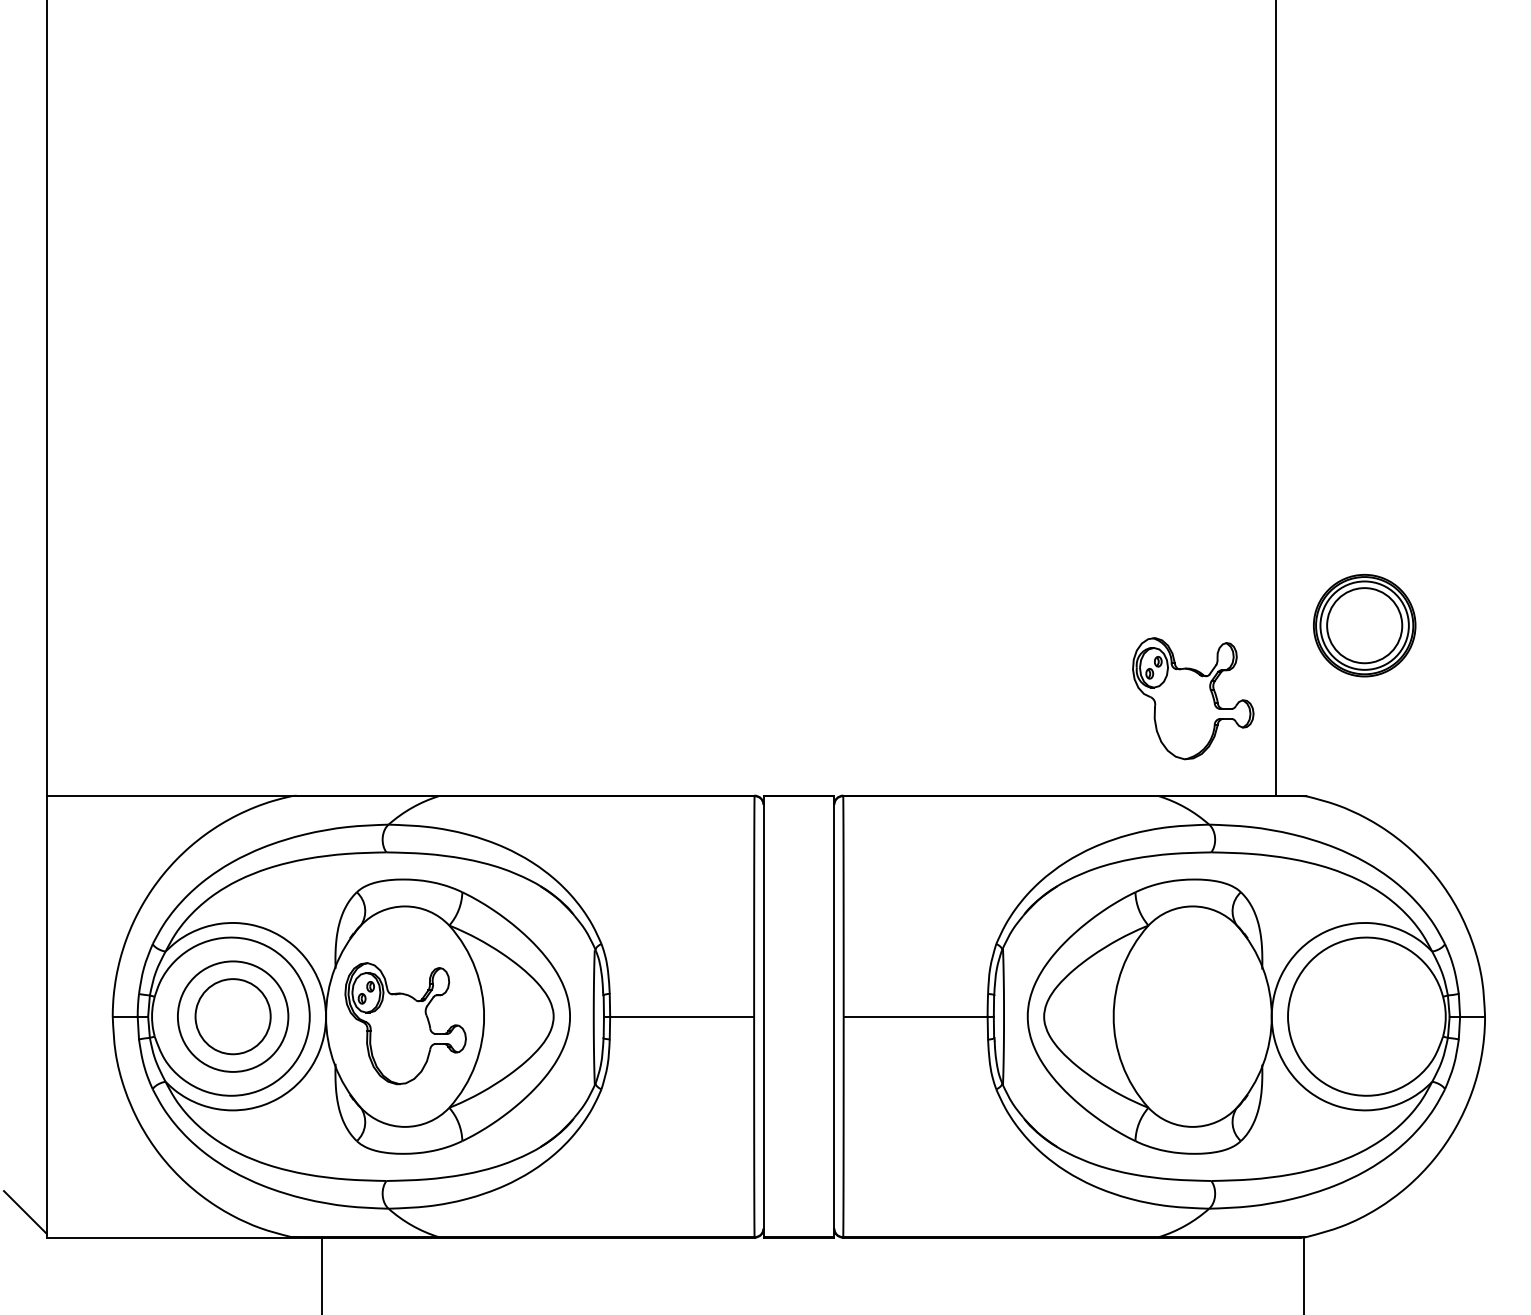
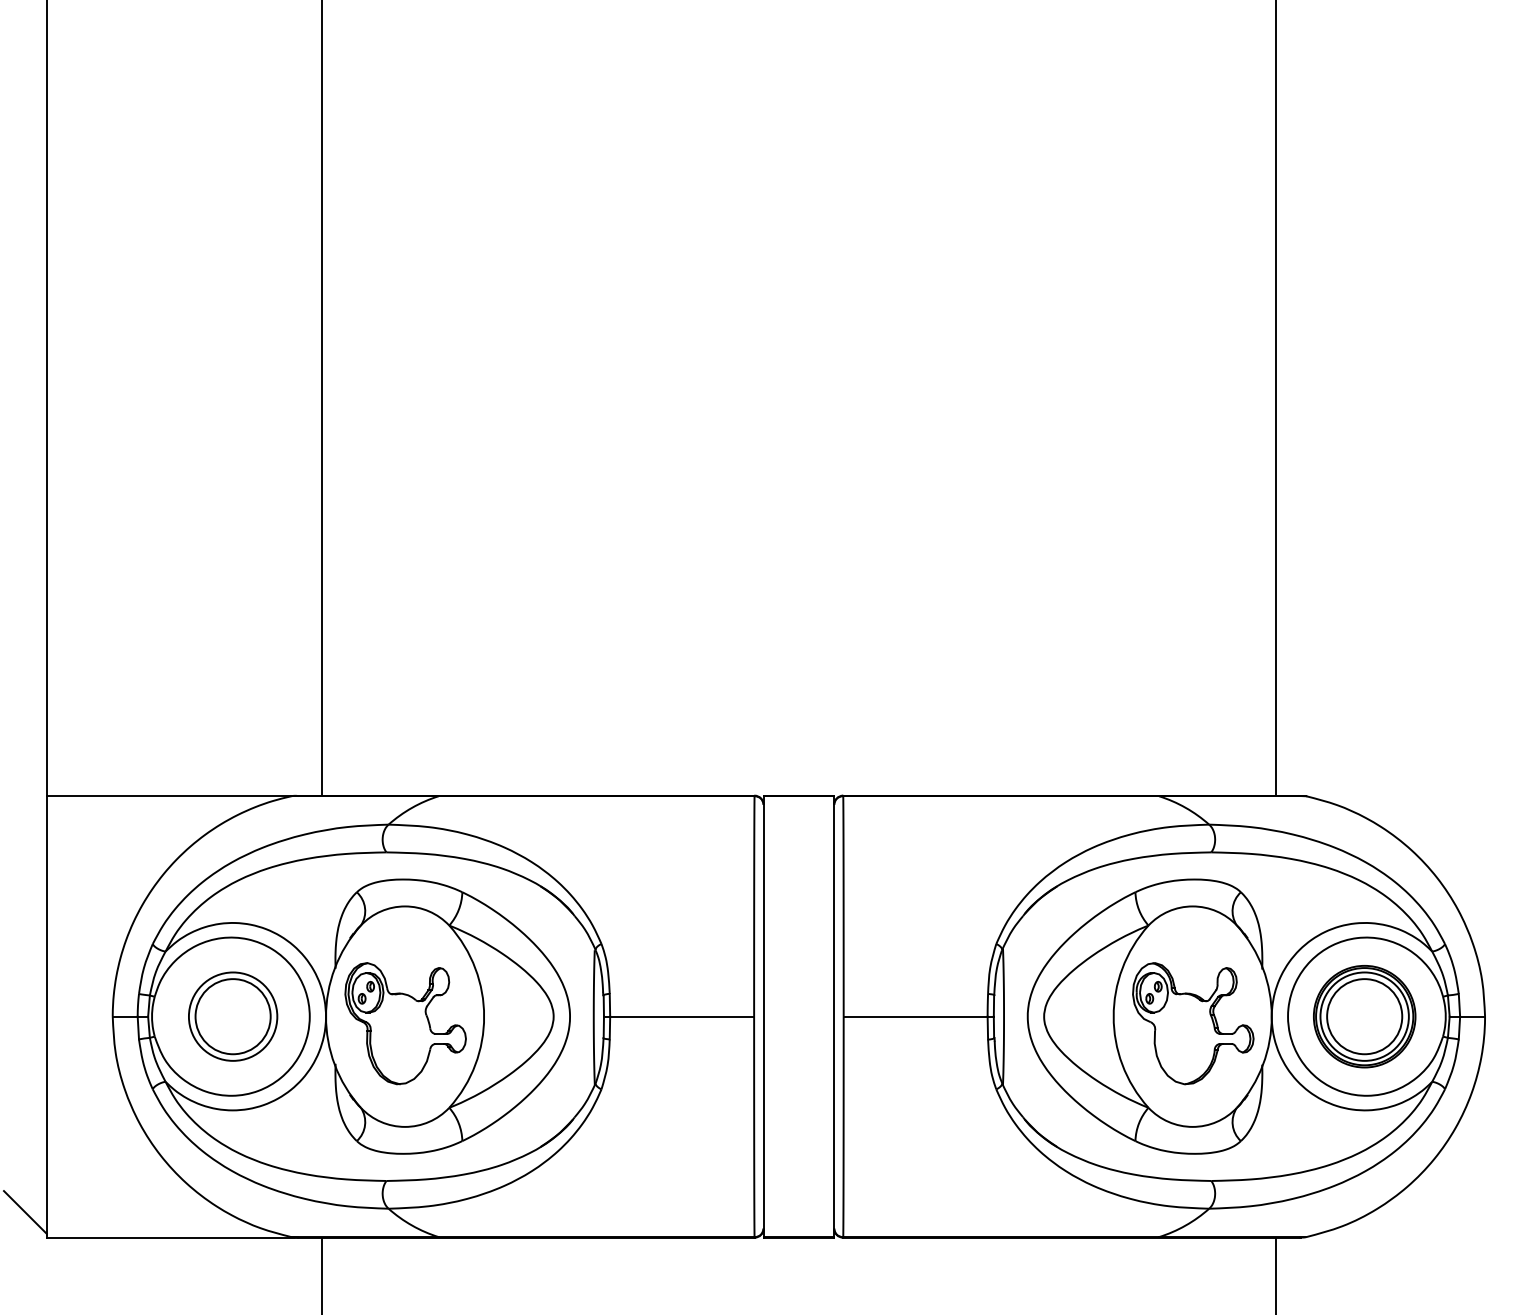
line at (321, 398): none -> present
part at (1364, 625) position: (1364, 625) -> (1364, 1016)
part at (1193, 698) position: (1193, 698) -> (1193, 1023)
circle at (232, 1016) diameter: 111 px -> 88 px
line at (1304, 1274) position: (1304, 1274) -> (1276, 1274)
